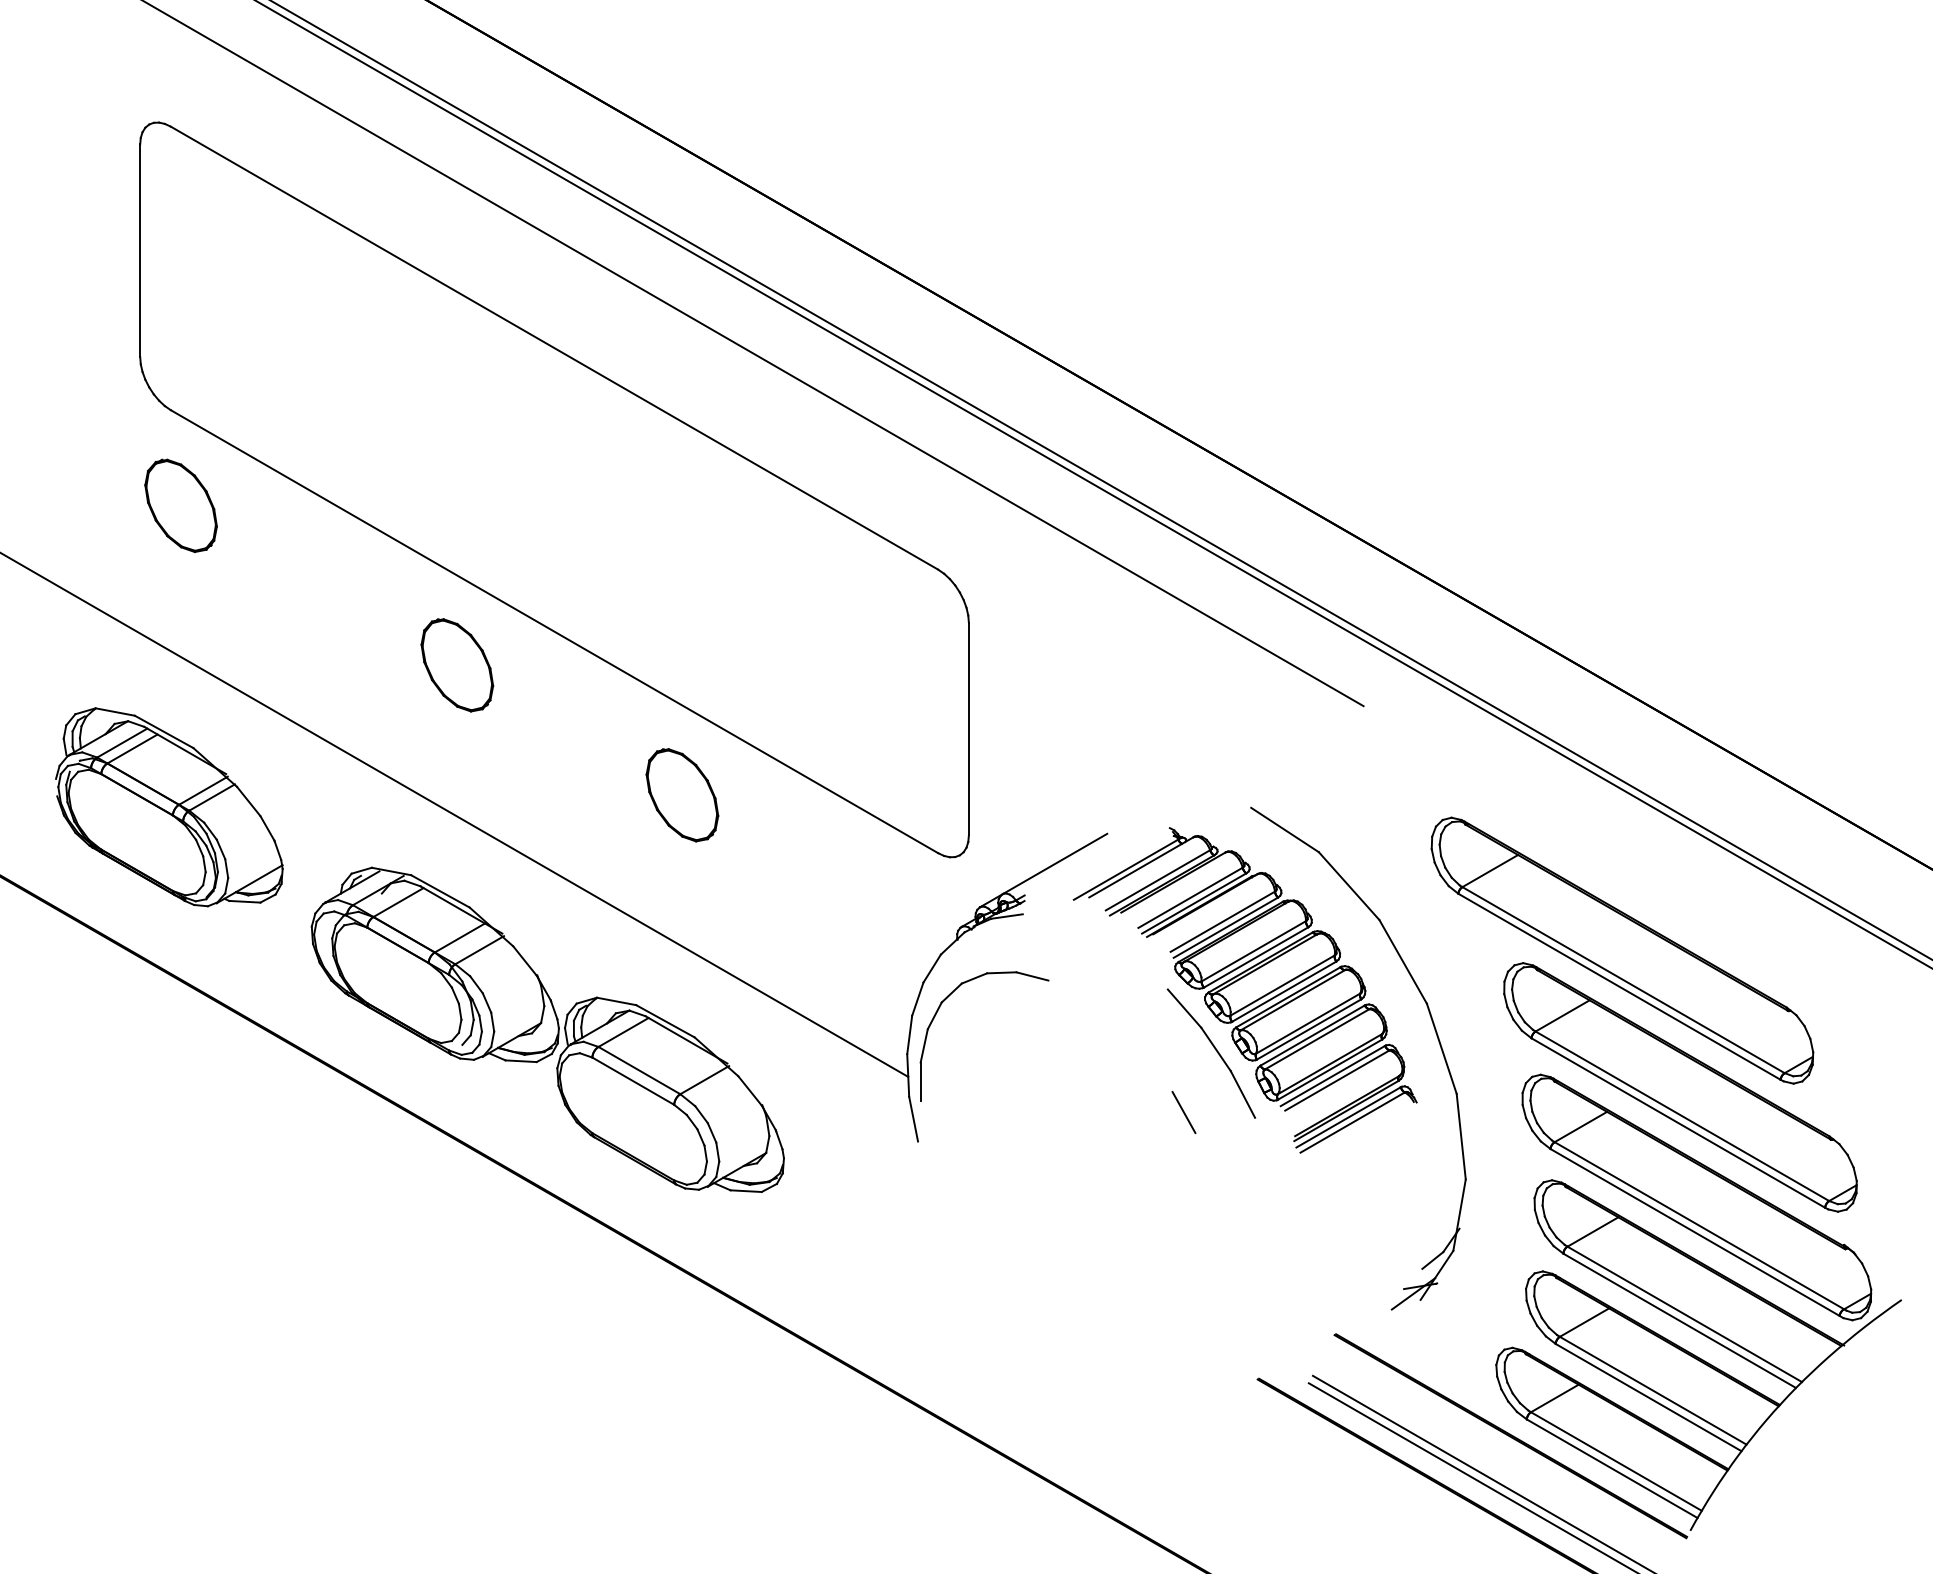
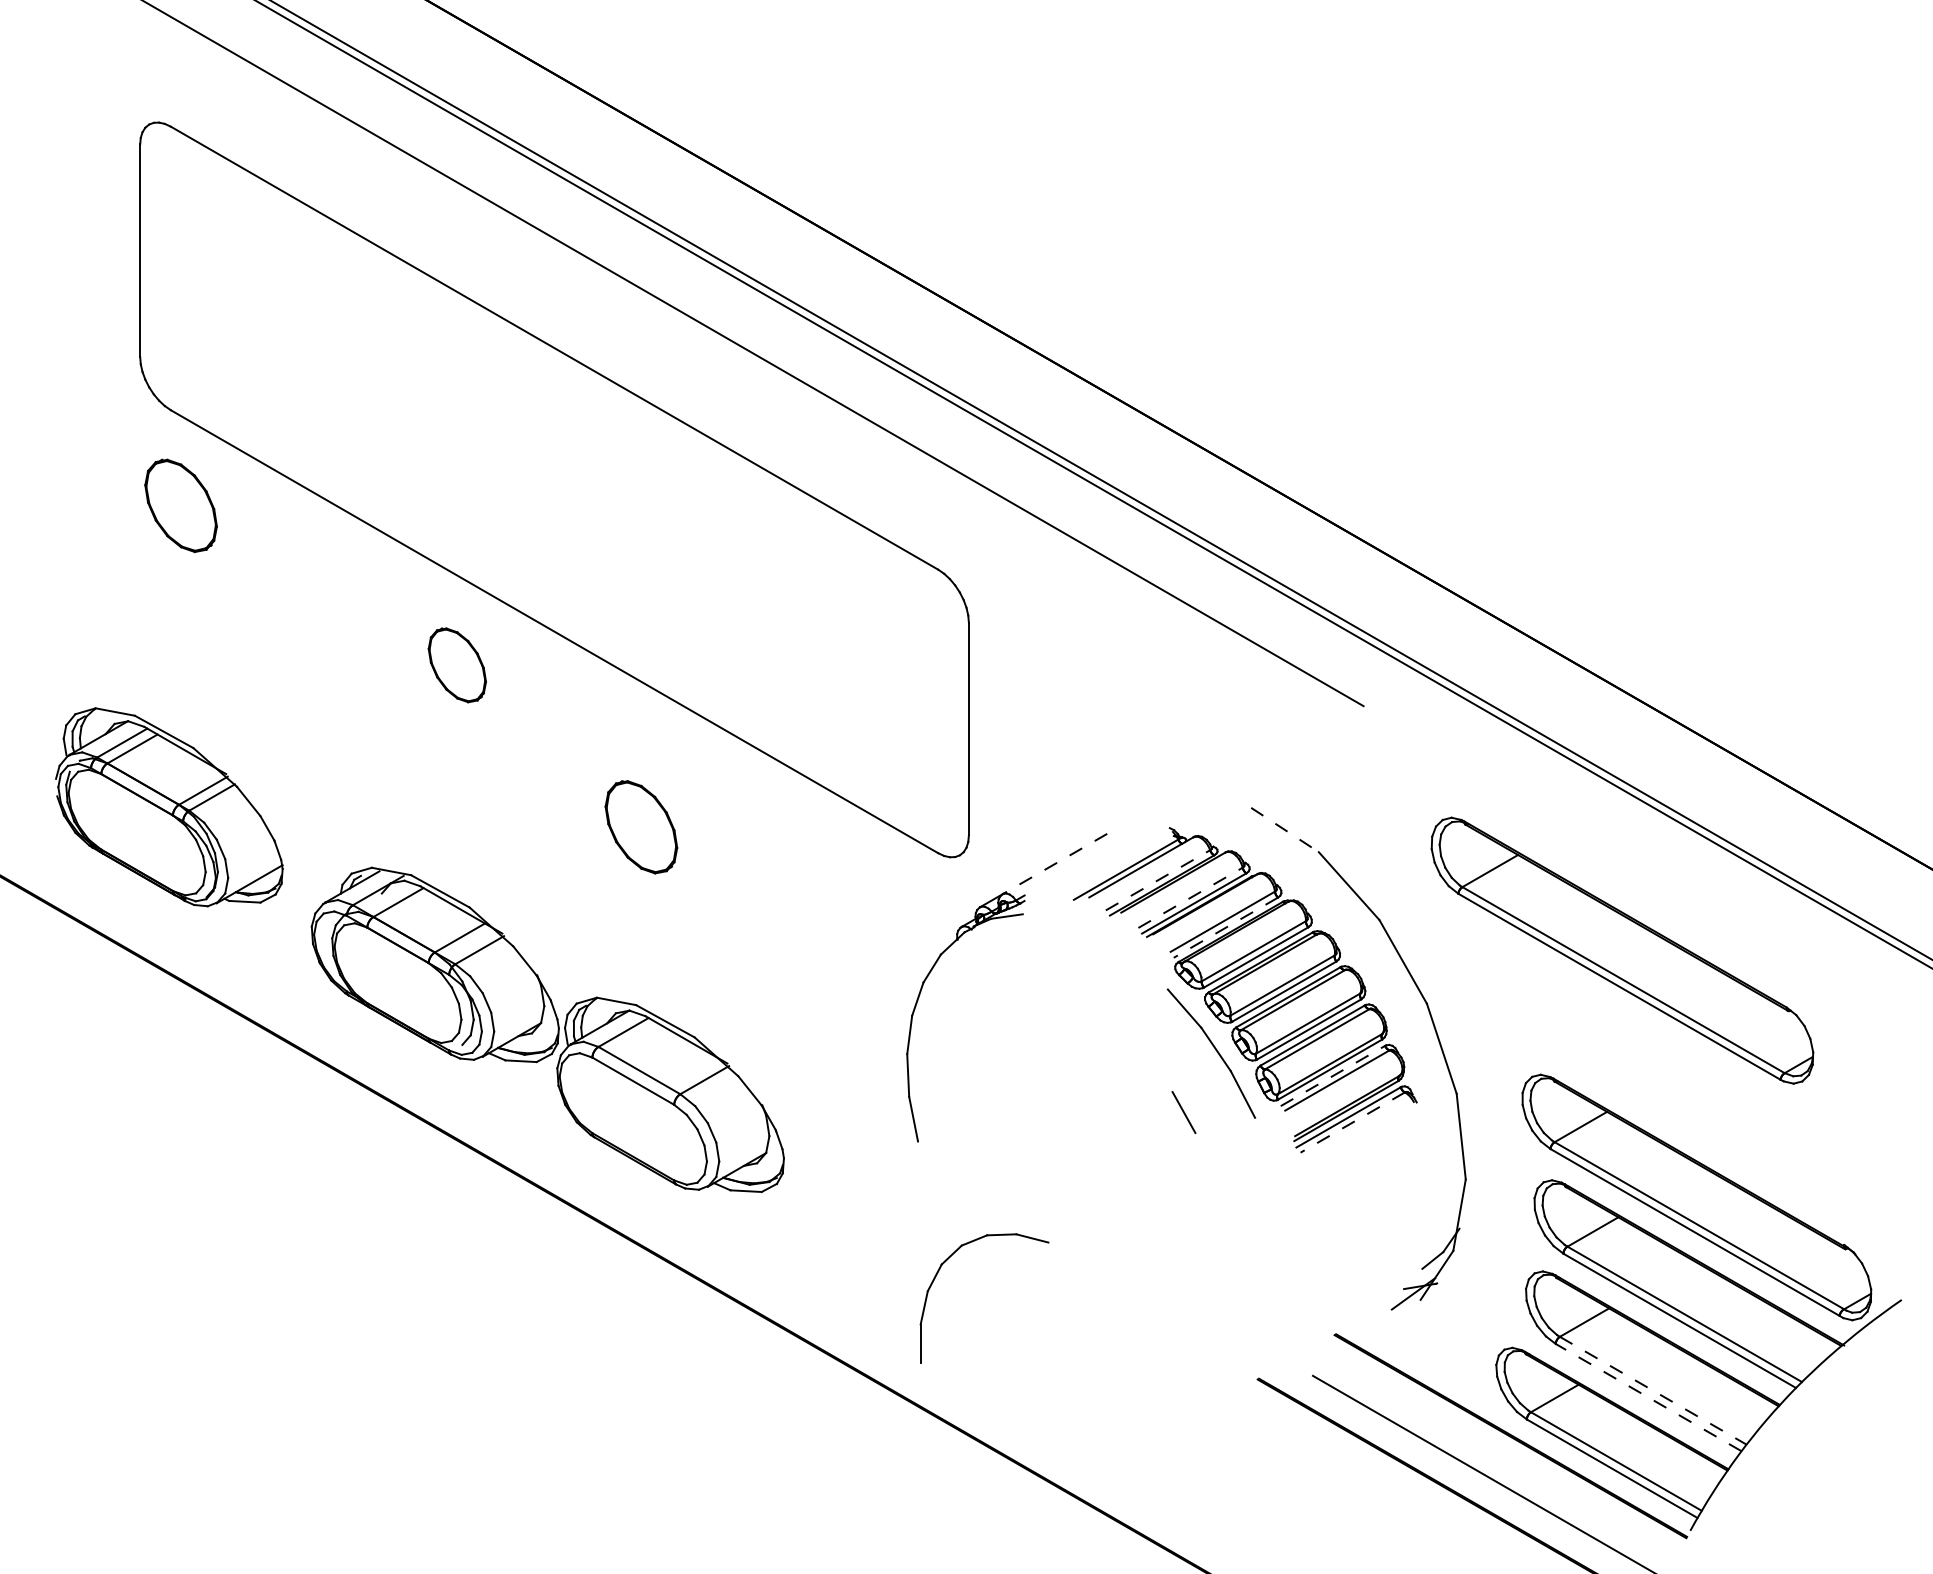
part at (457, 665) size: 75x95 px -> 60x77 px
part at (682, 795) position: (682, 795) -> (641, 827)
line at (455, 814): present -> none
line at (1285, 830): solid -> dashed
line at (1054, 864): solid -> dashed
line at (1158, 880): solid -> dashed
line at (1190, 897): solid -> dashed
line at (1225, 927): solid -> dashed
part at (937, 1013) position: (937, 1013) -> (937, 1275)
line at (1333, 1075): solid -> dashed
part at (1680, 1087): present -> none
line at (1352, 1122): solid -> dashed
line at (1653, 1390): solid -> dashed
line at (1648, 1397): solid -> dashed
line at (1470, 1476): present -> none
